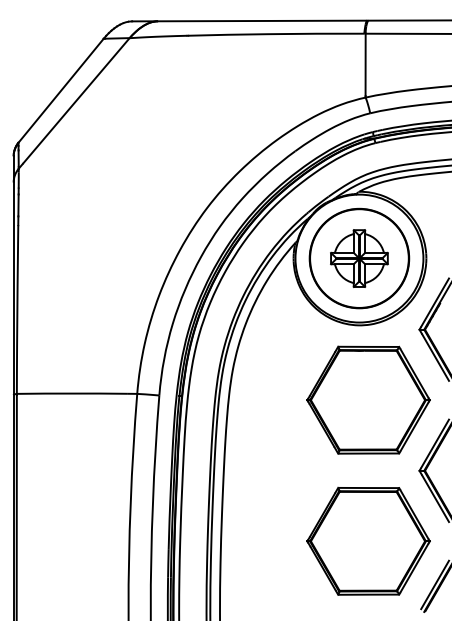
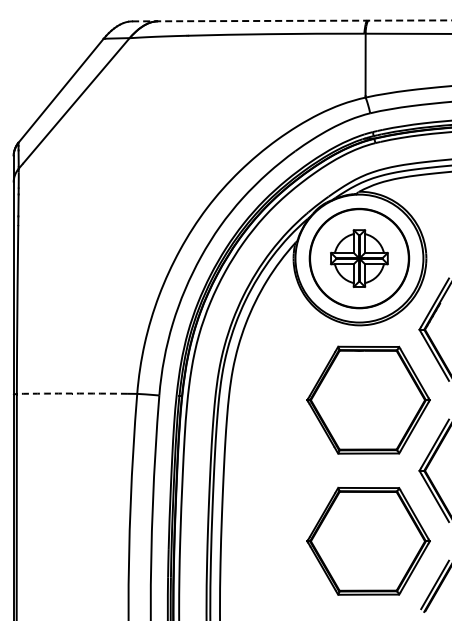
line at (292, 20): solid -> dashed
arc at (72, 393): solid -> dashed
